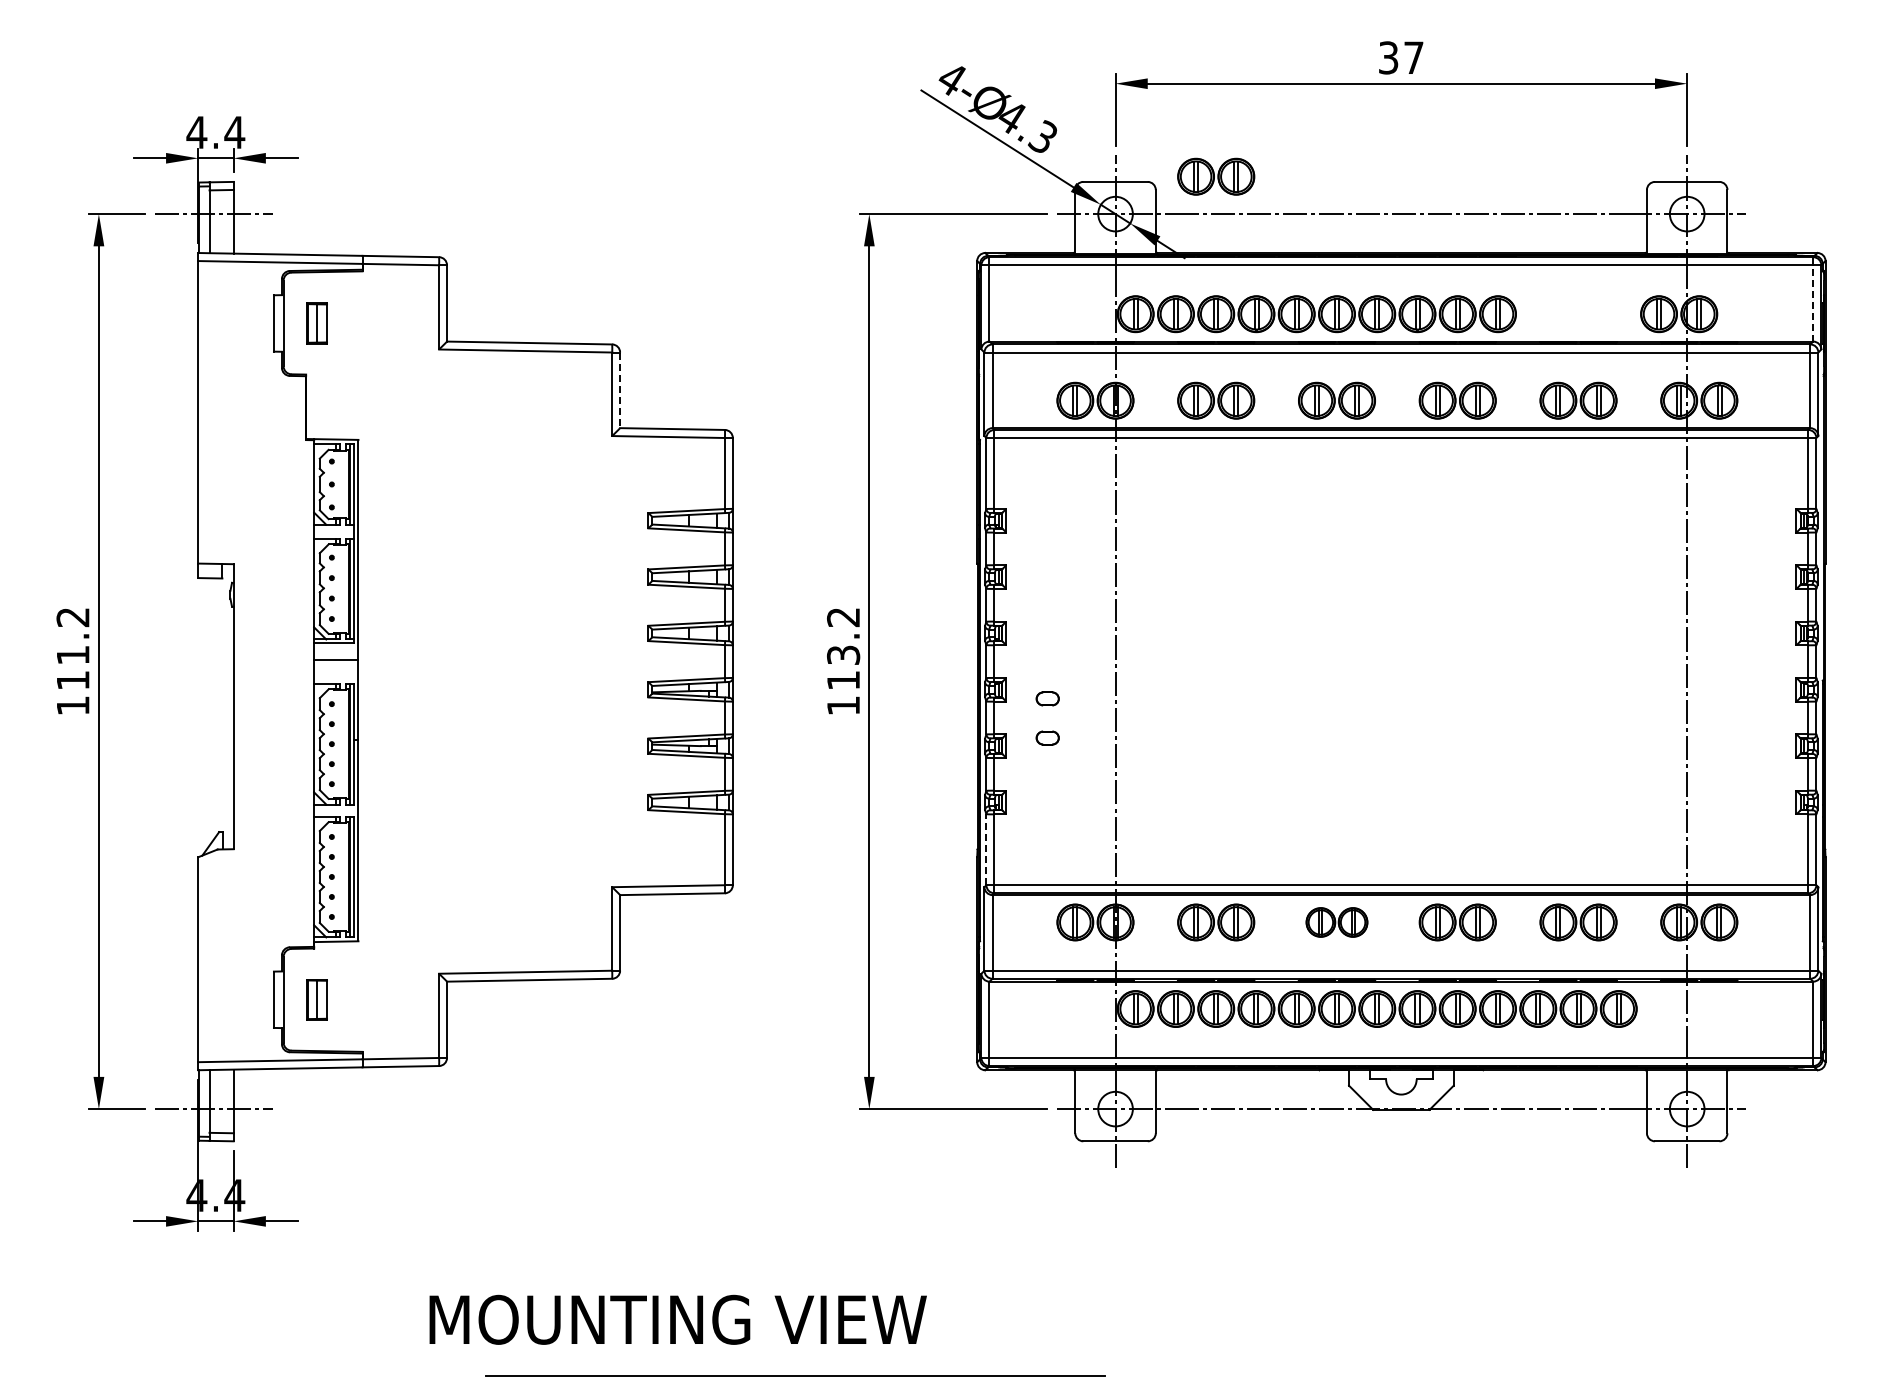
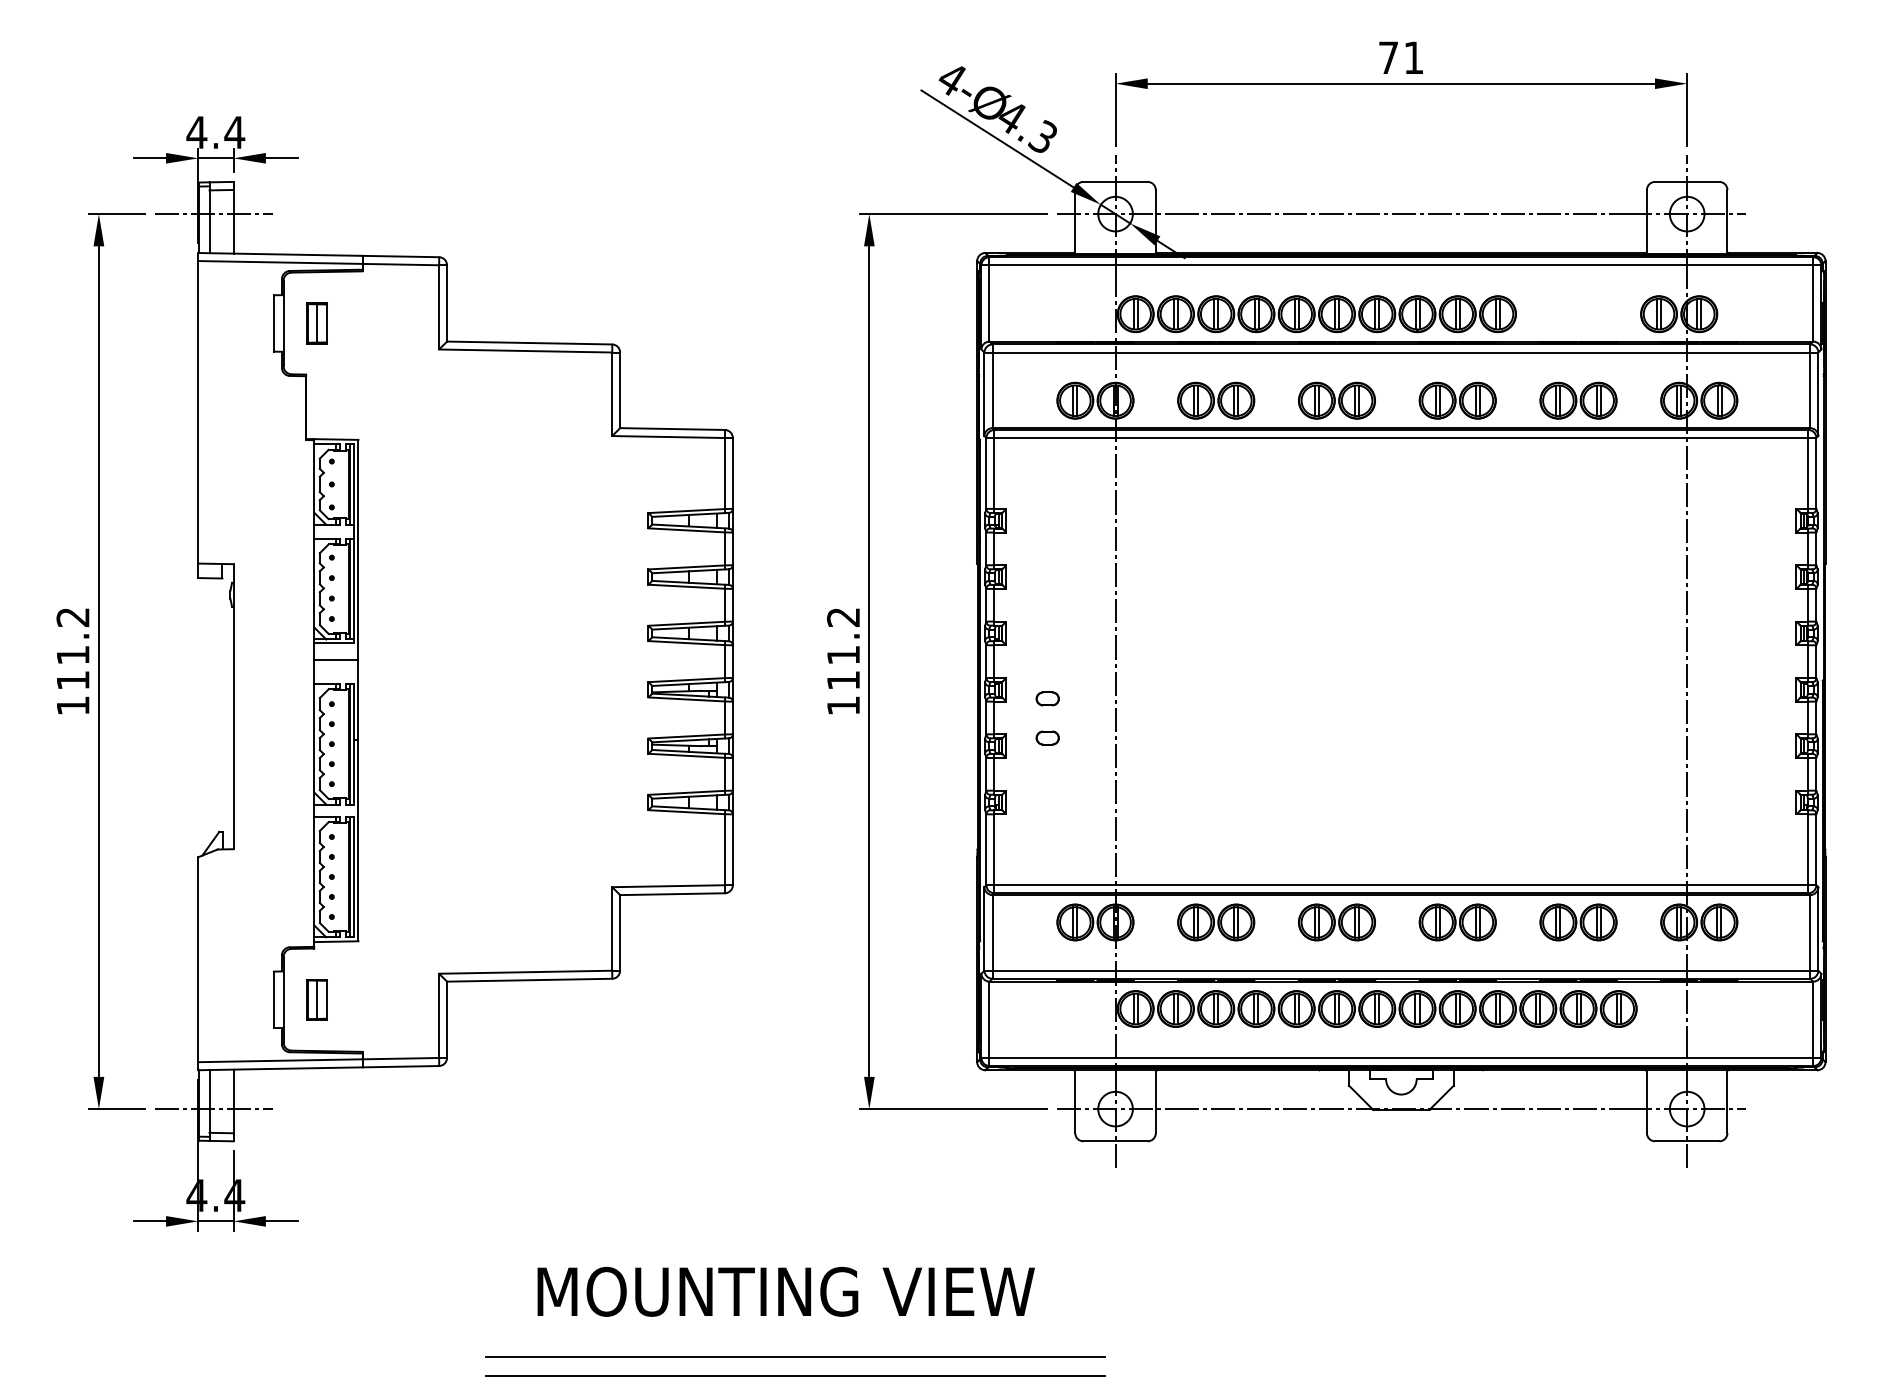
text at (1401, 57): 37 -> 71
part at (1216, 176): present -> none
line at (1813, 302): dashed -> solid
line at (620, 390): dashed -> solid
text at (843, 654): 113.2 -> 111.2
line at (986, 849): dashed -> solid
part at (1336, 922) size: 64x31 px -> 78x39 px
text at (677, 1319) position: (677, 1319) -> (785, 1291)
line at (795, 1357): none -> present
